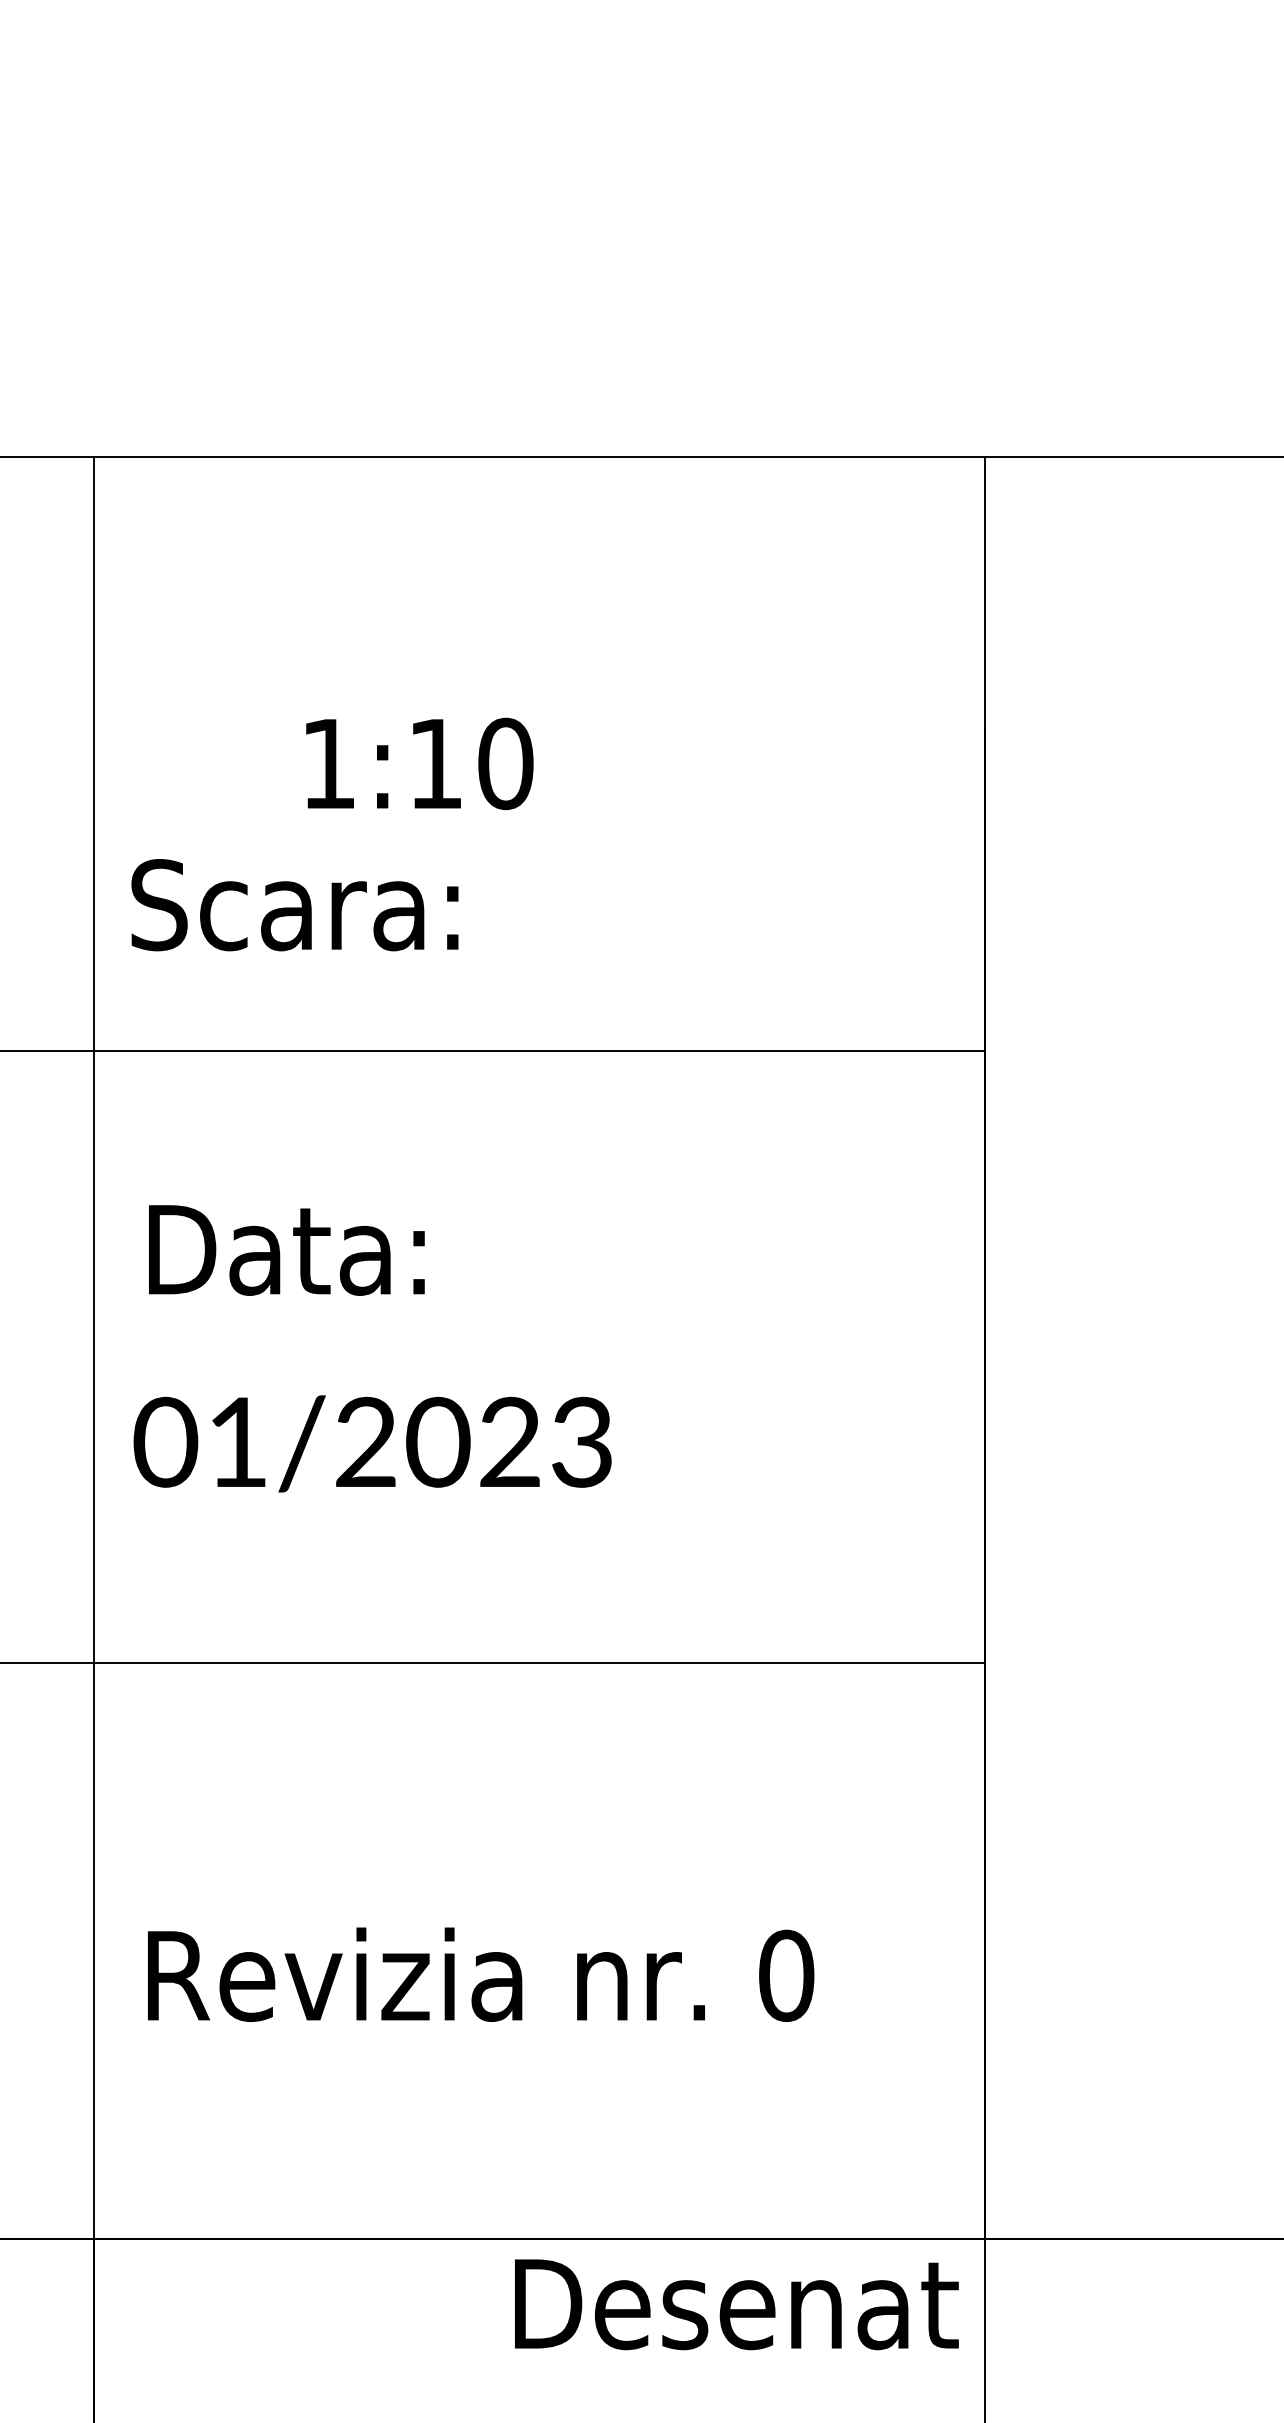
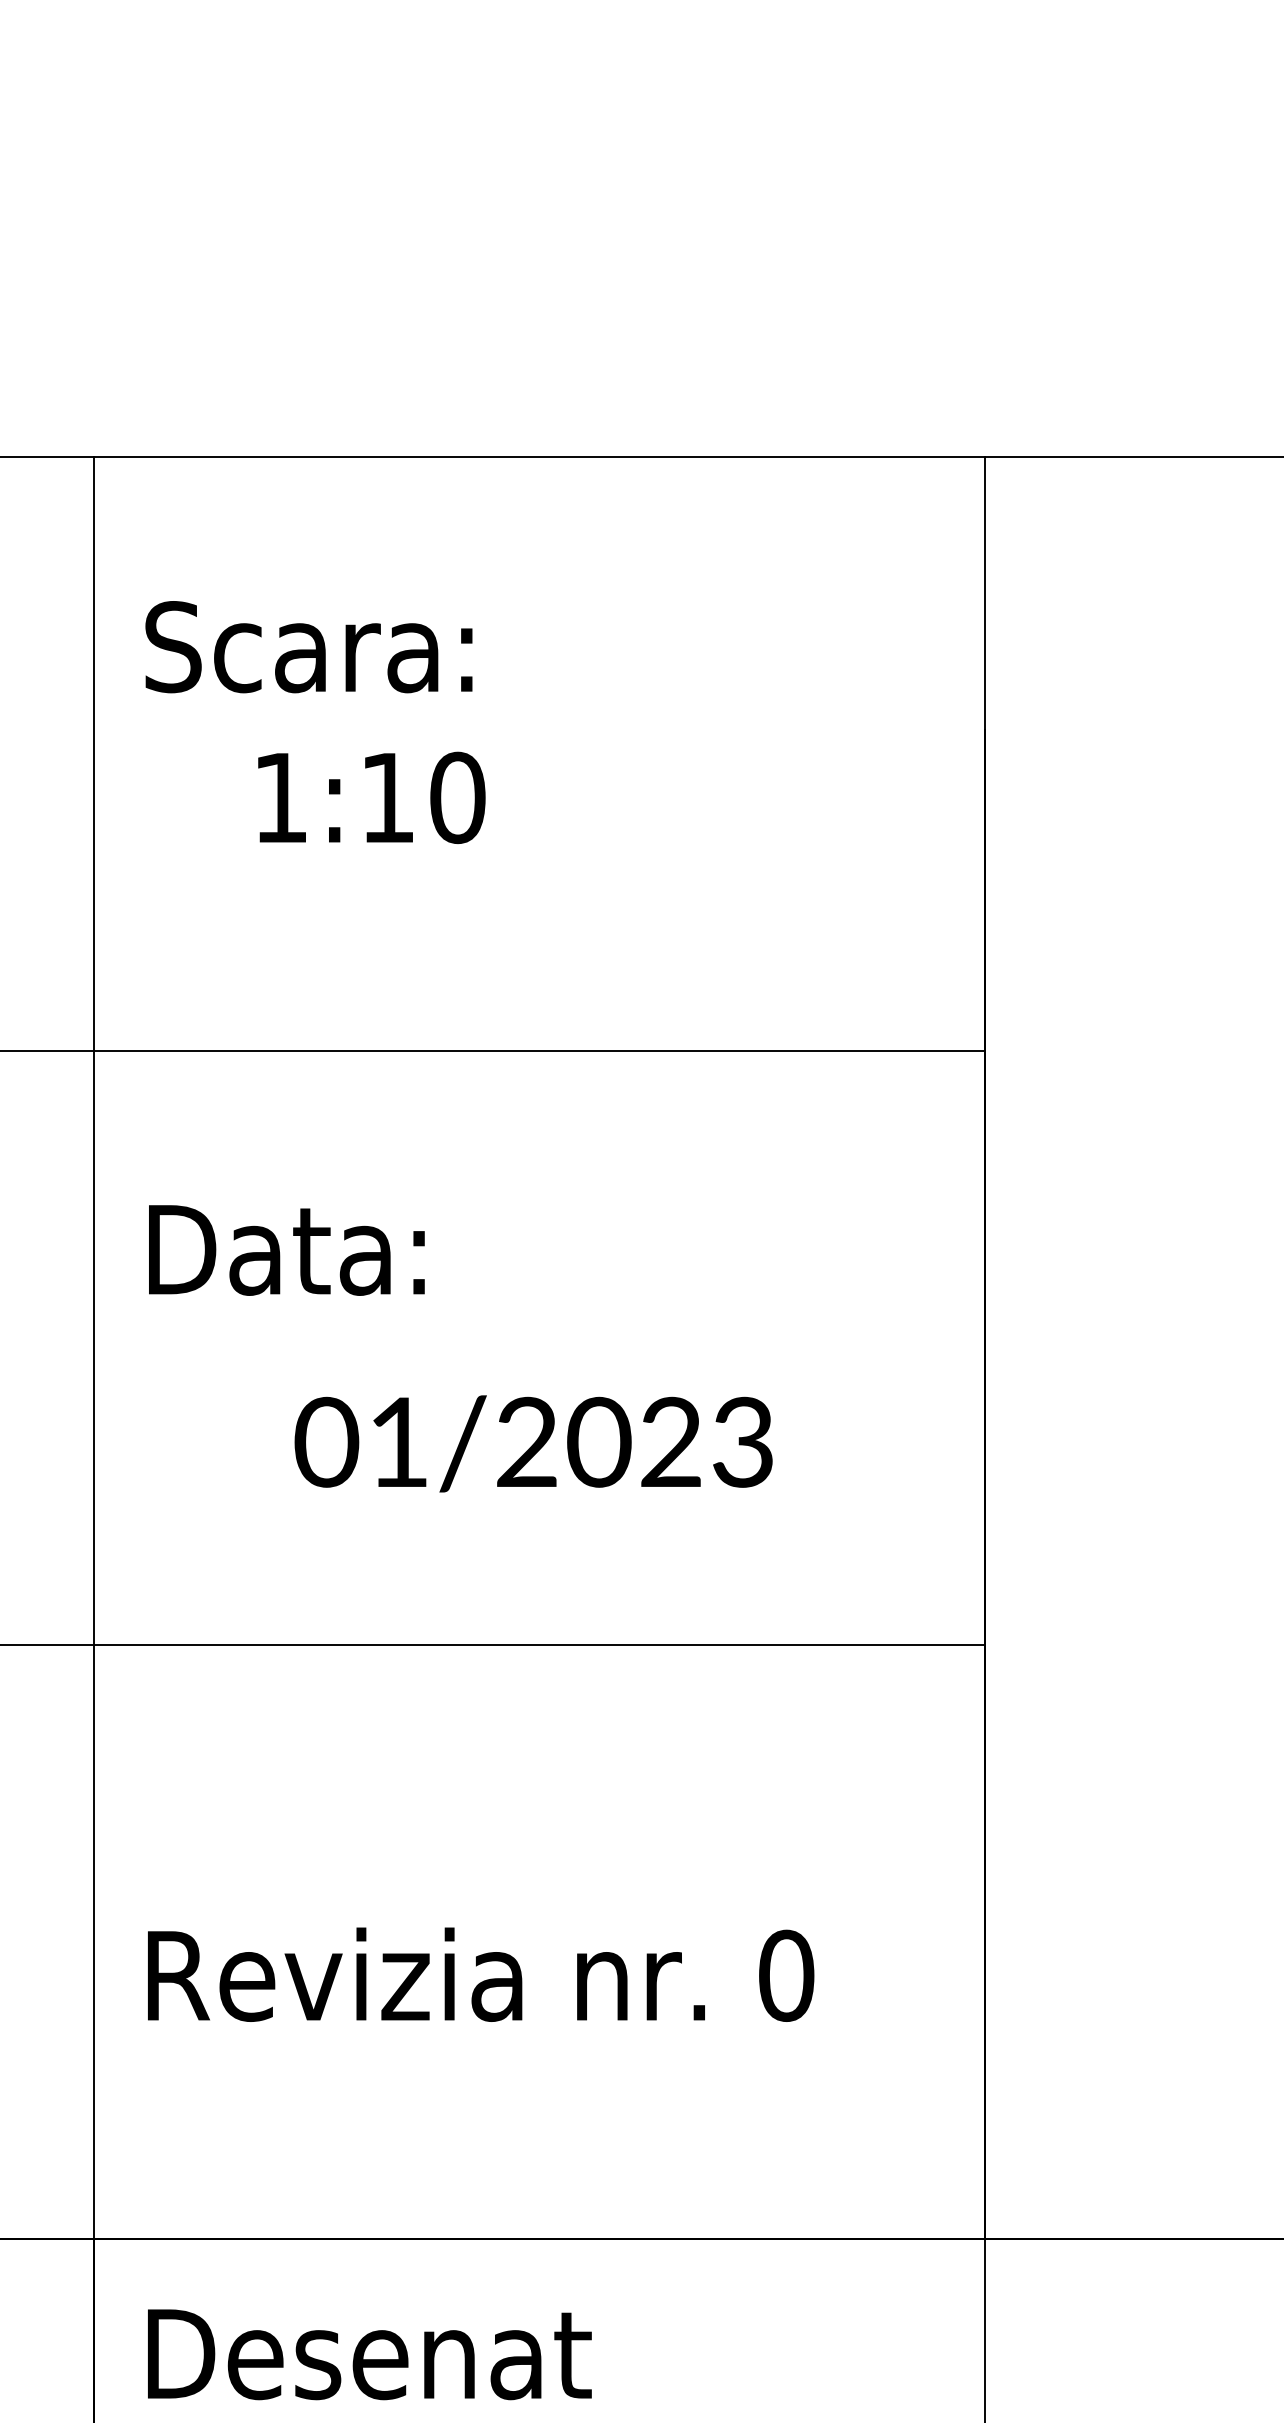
text at (419, 763) position: (419, 763) -> (371, 797)
text at (294, 905) position: (294, 905) -> (308, 647)
text at (372, 1443) position: (372, 1443) -> (533, 1443)
line at (493, 1662) position: (493, 1662) -> (493, 1644)
text at (736, 2304) position: (736, 2304) -> (369, 2354)
